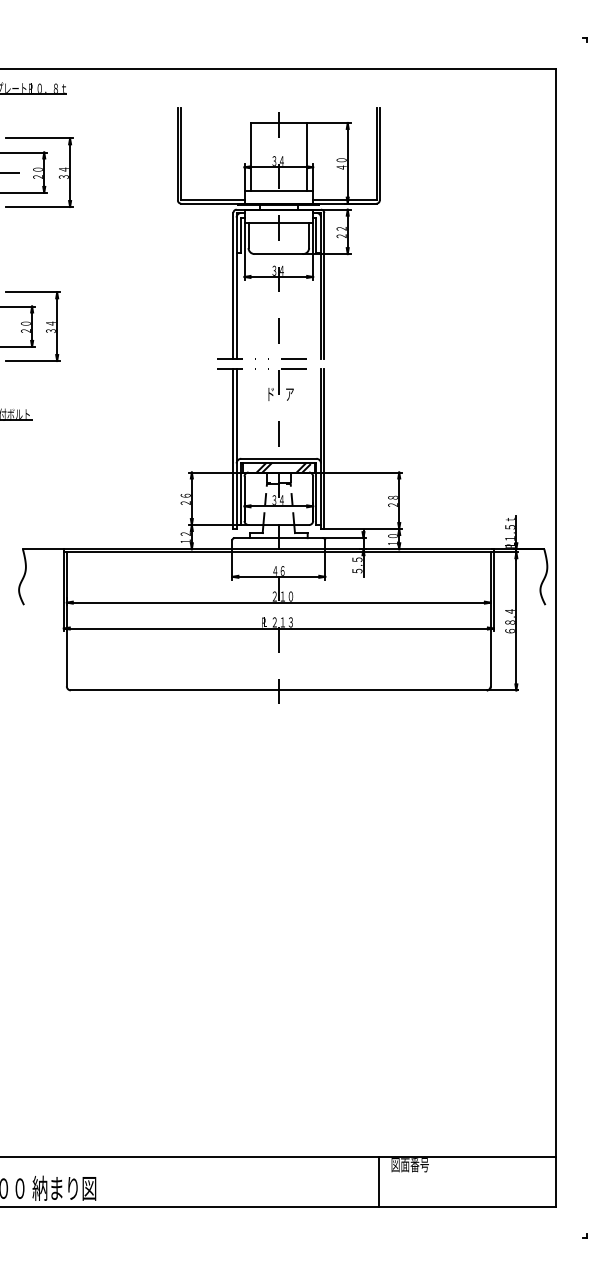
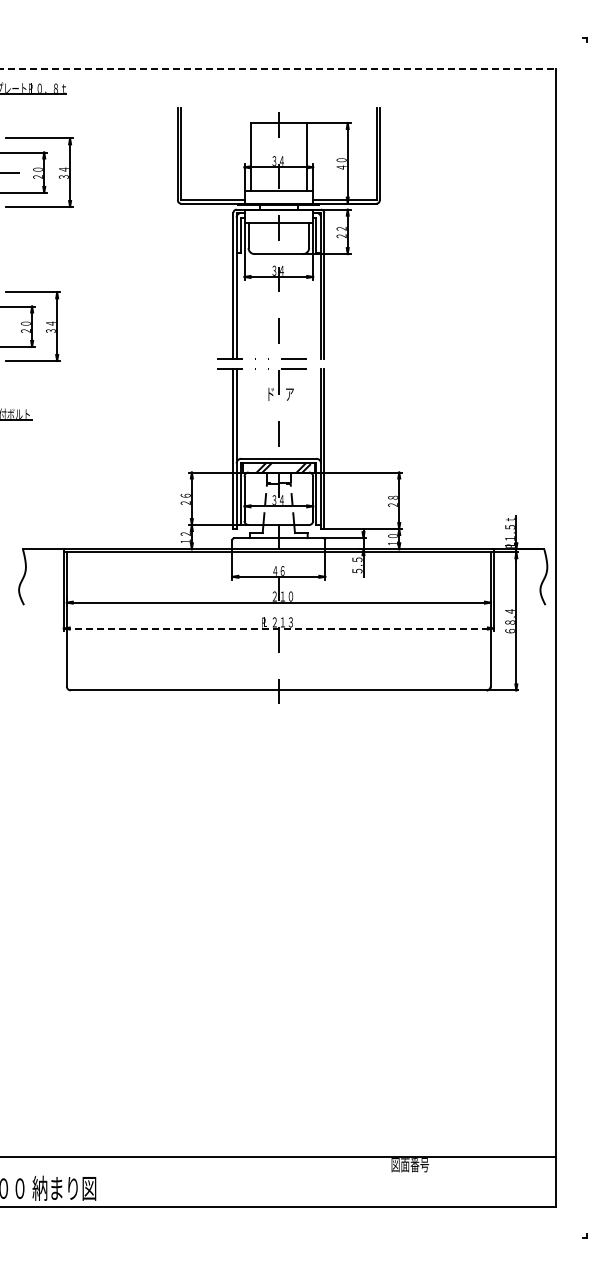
line at (278, 68): solid -> dashed
line at (279, 628): solid -> dashed
line at (378, 1181): present -> none
